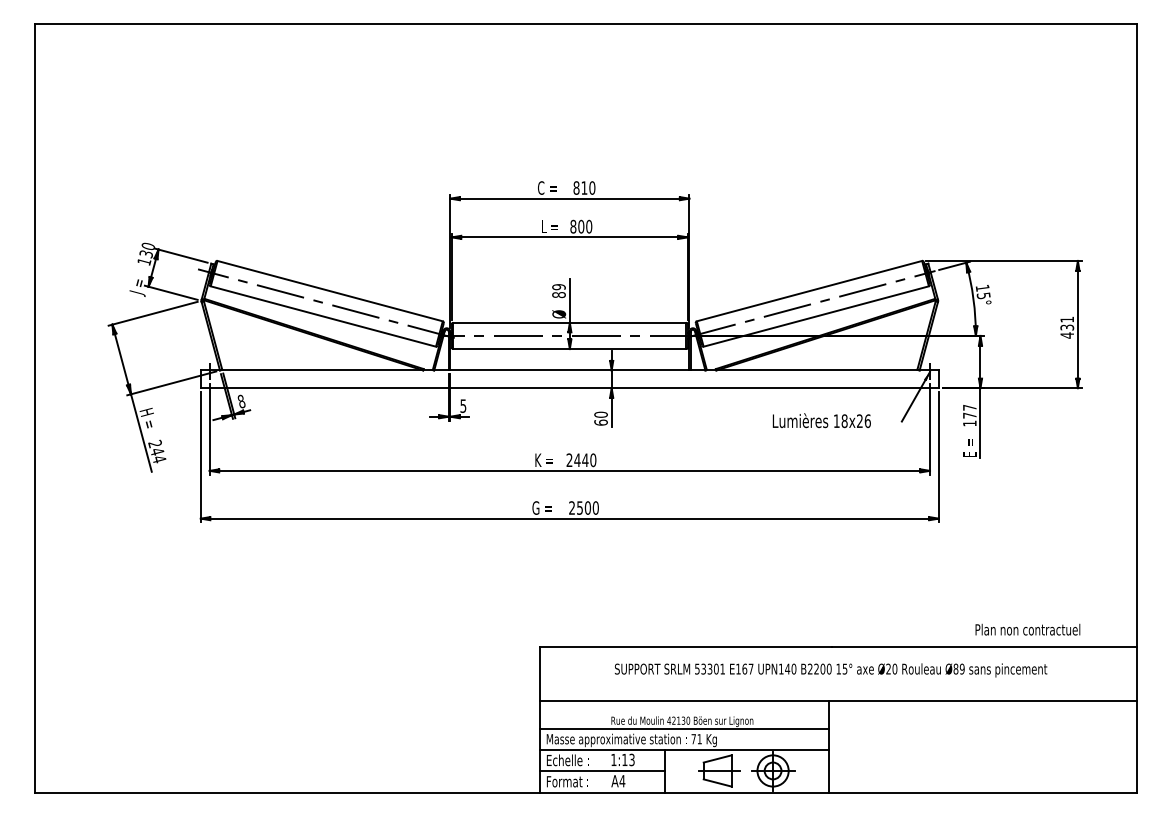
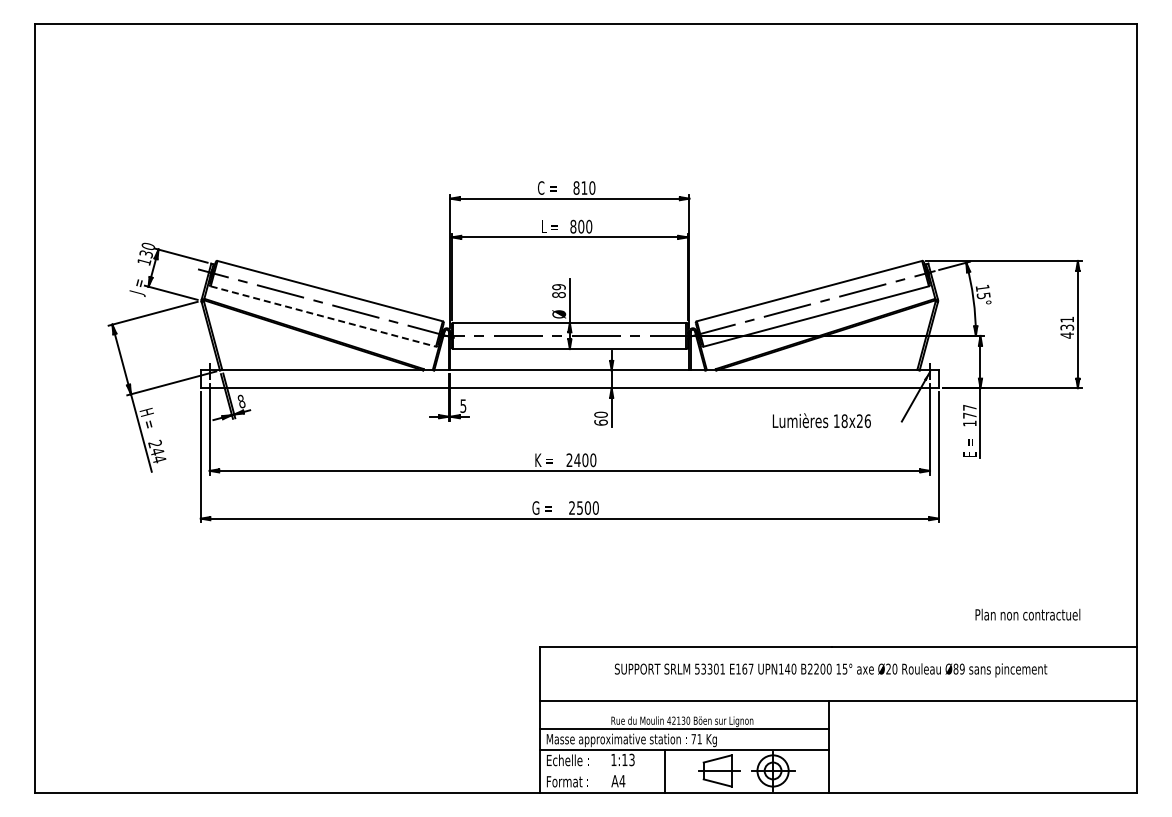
line at (323, 316): solid -> dashed
text at (585, 460): 2440 -> 2400
text at (1027, 629) position: (1027, 629) -> (1027, 614)
line at (601, 771): present -> none
